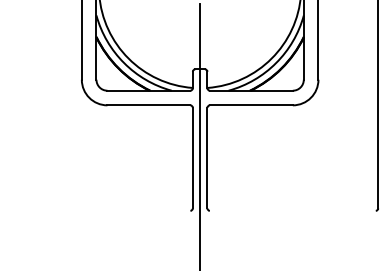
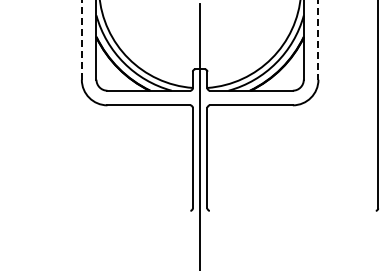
line at (81, 39): solid -> dashed
line at (318, 40): solid -> dashed
